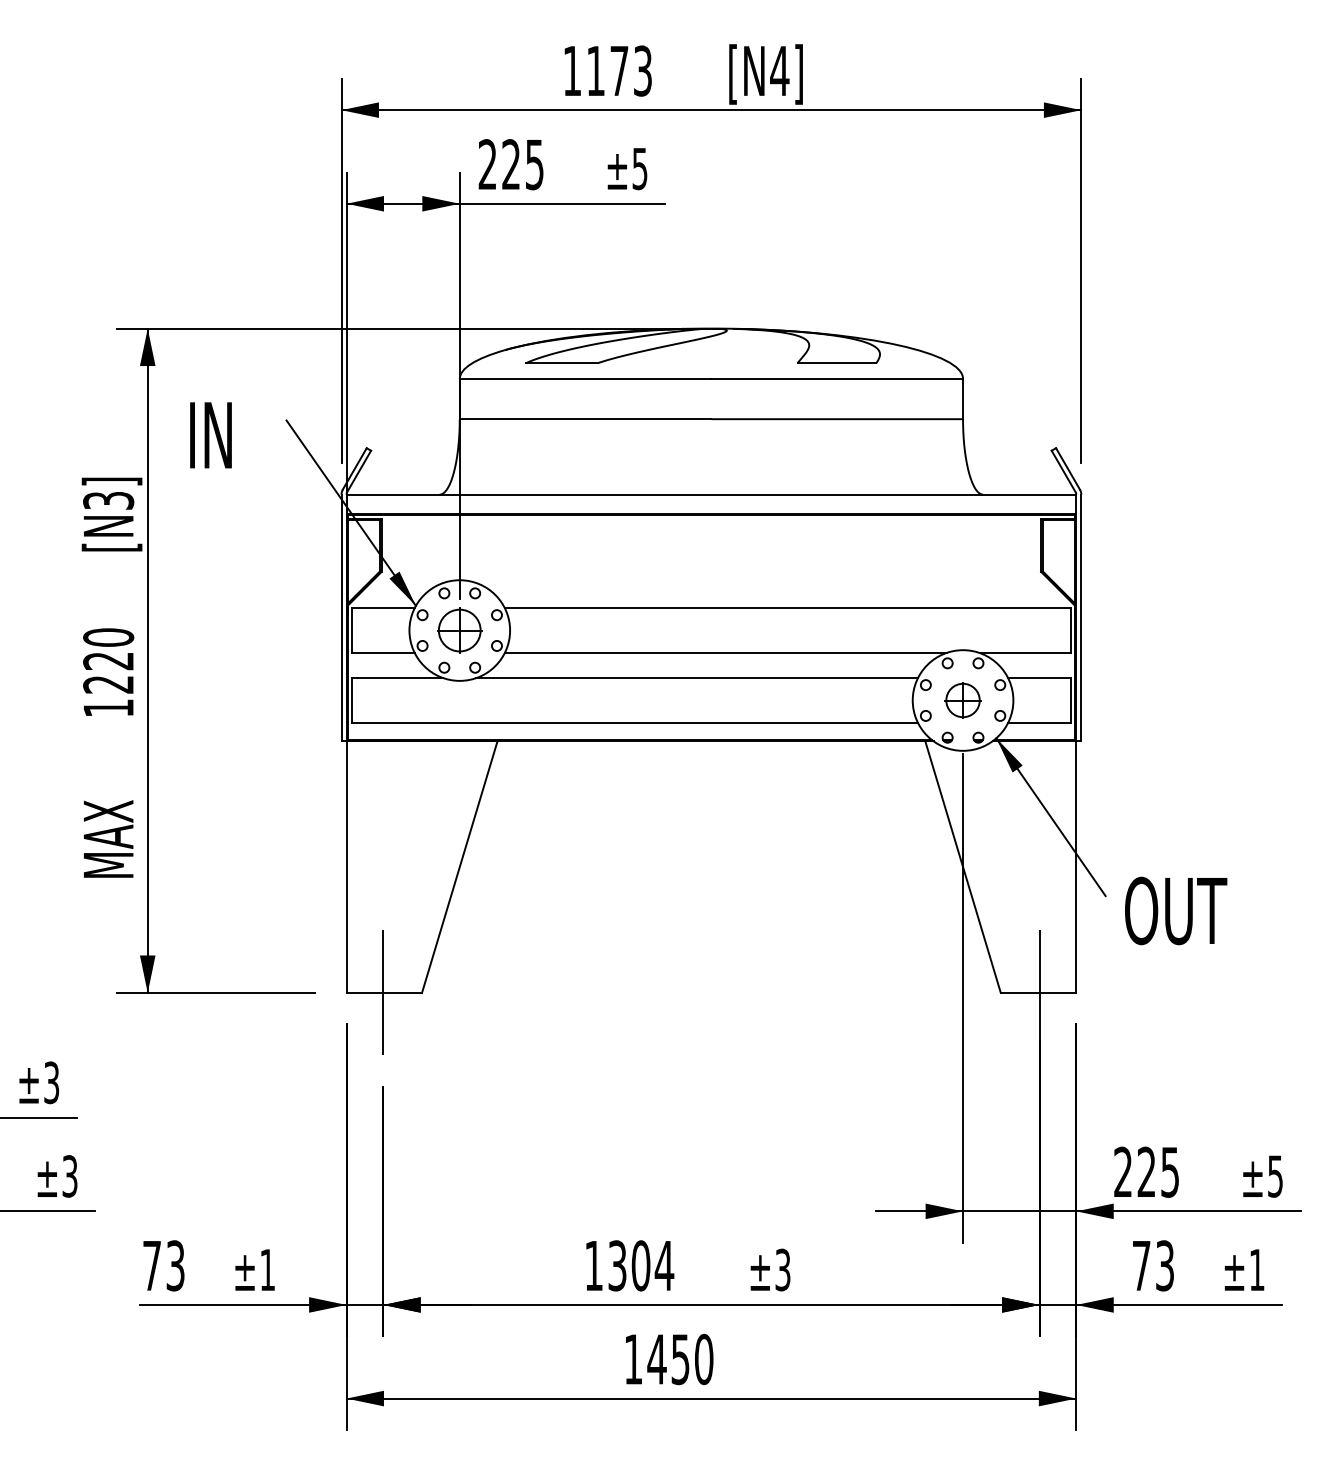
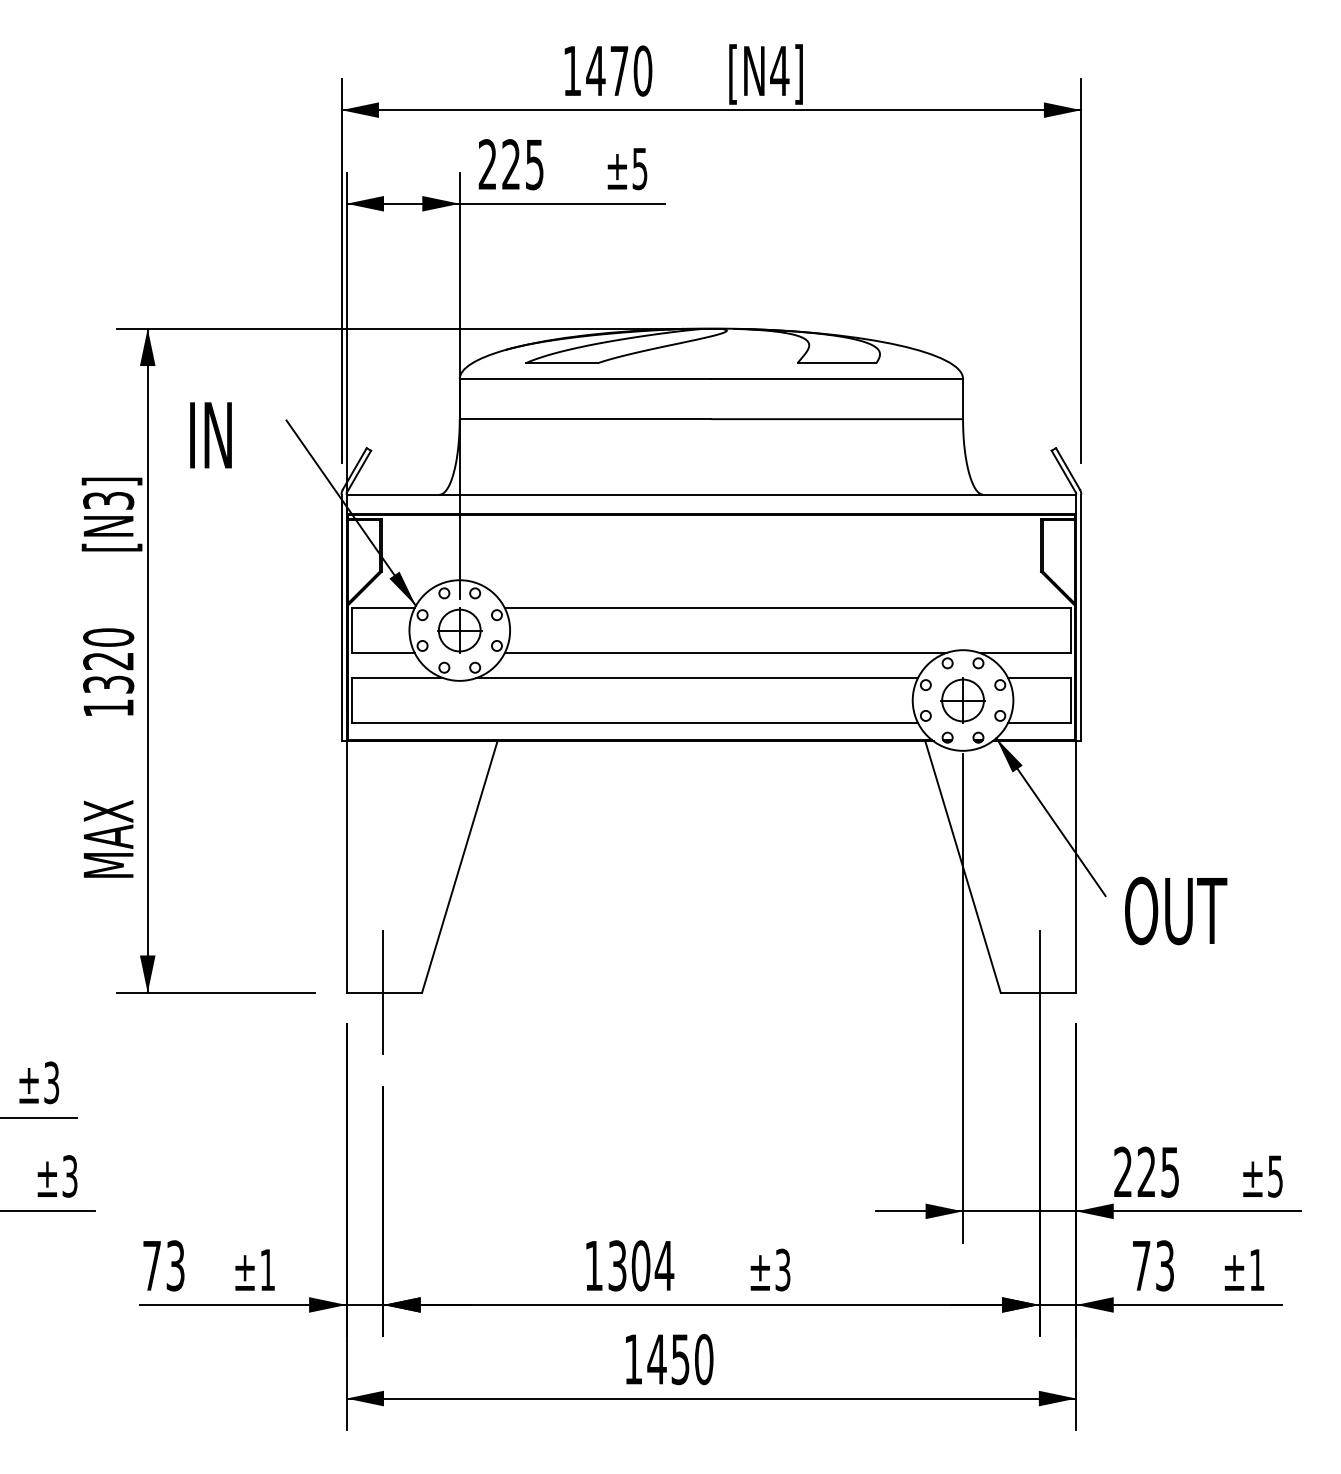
text at (619, 70): 1173 -> 1470
text at (108, 684): 1220 -> 1320
part at (962, 700) size: 38x37 px -> 46x47 px
